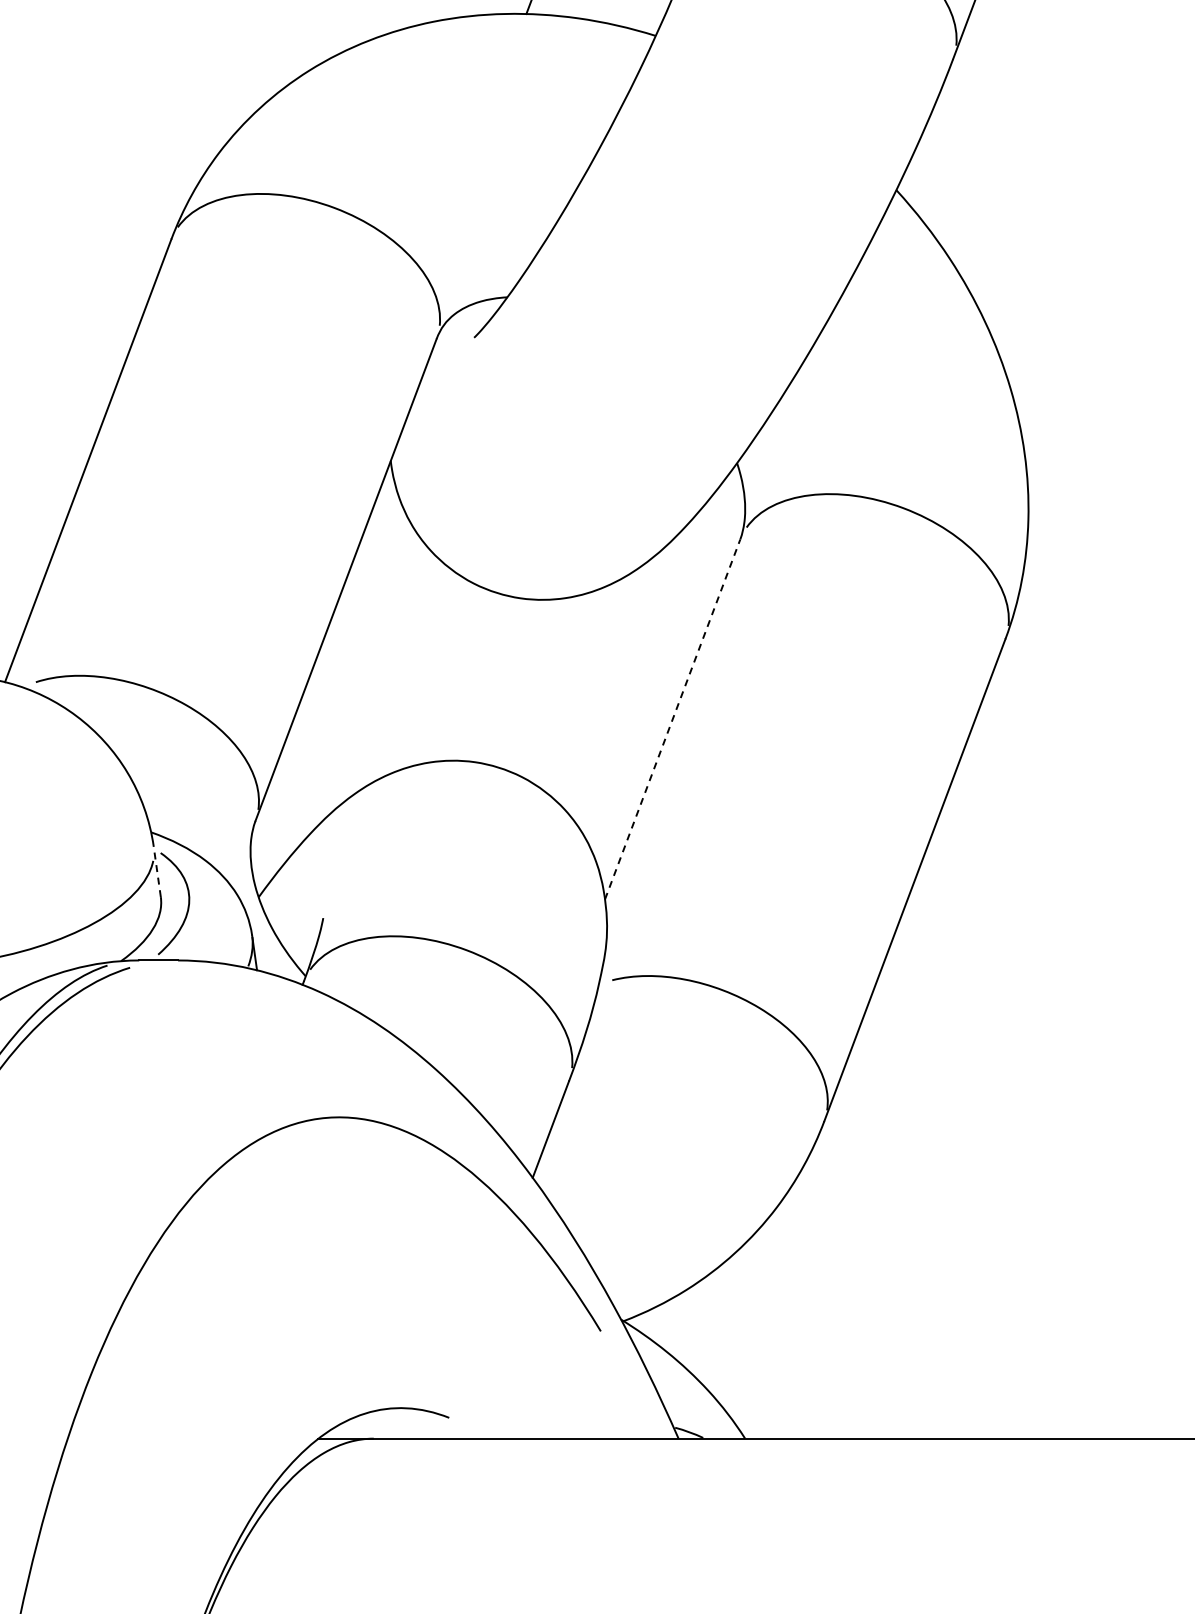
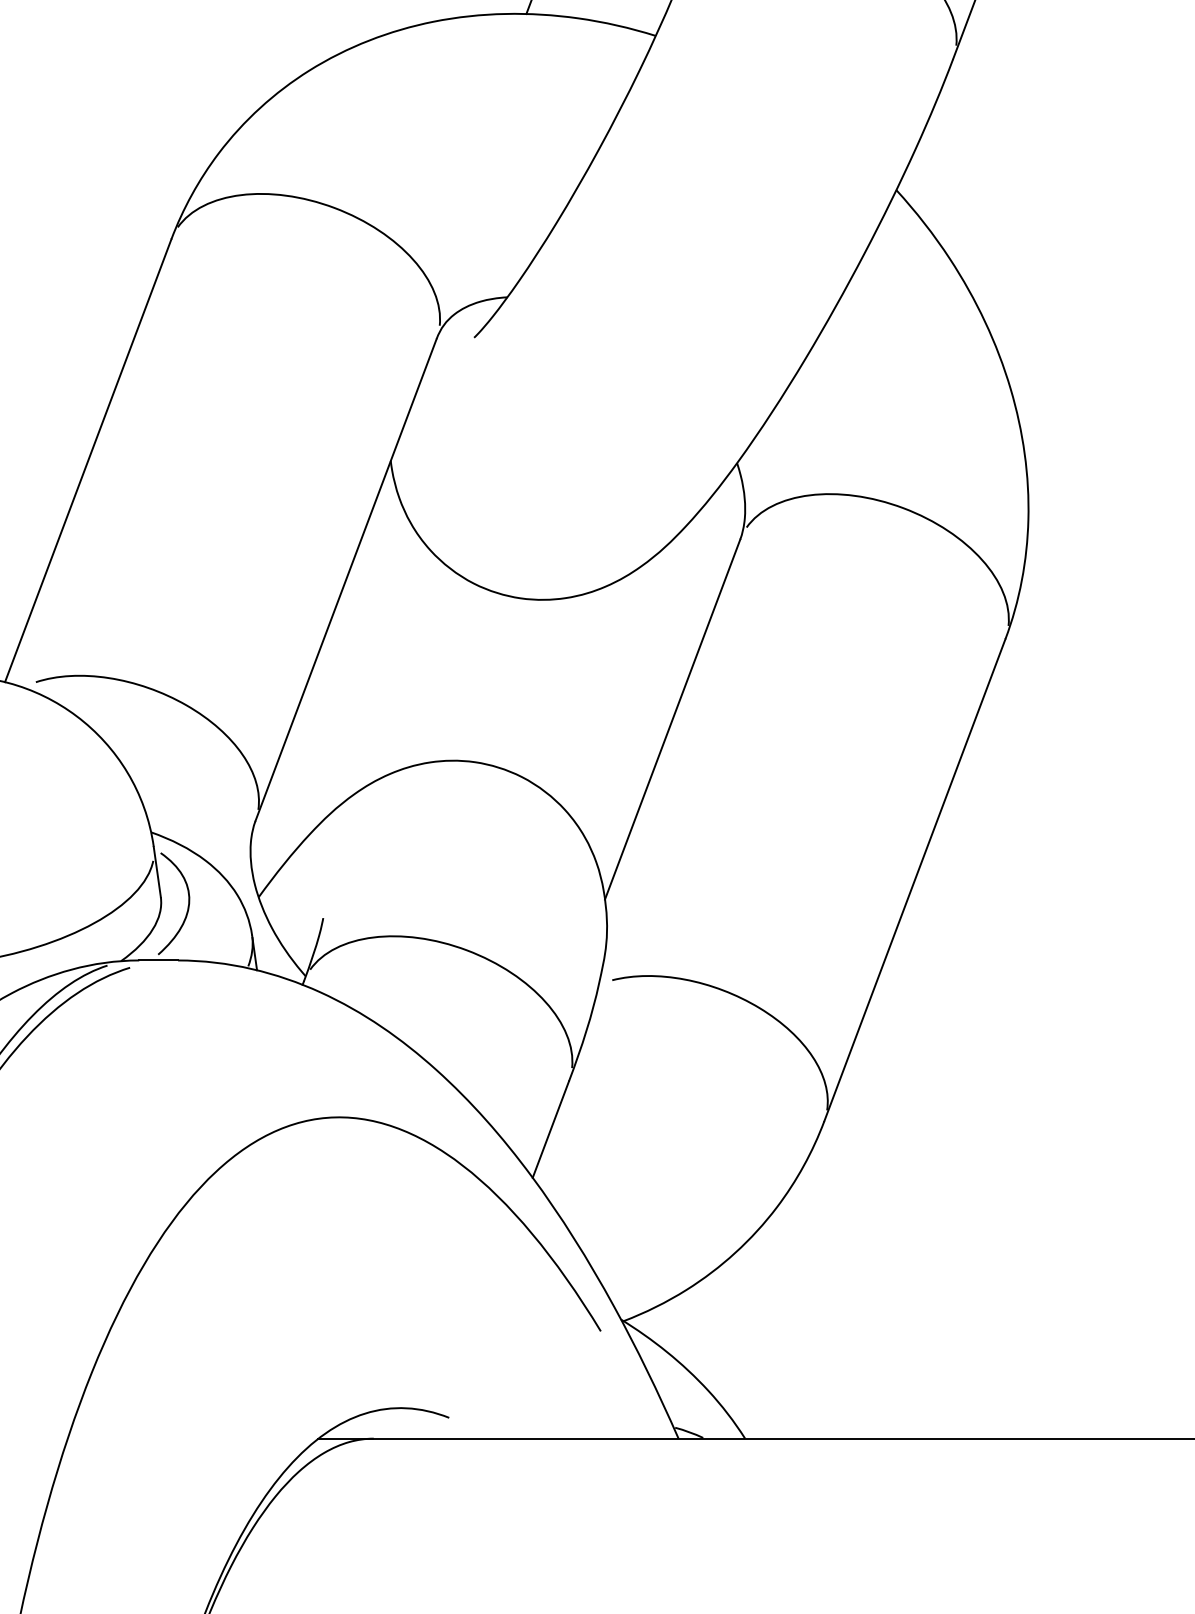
line at (672, 719): dashed -> solid
line at (157, 871): dashed -> solid
